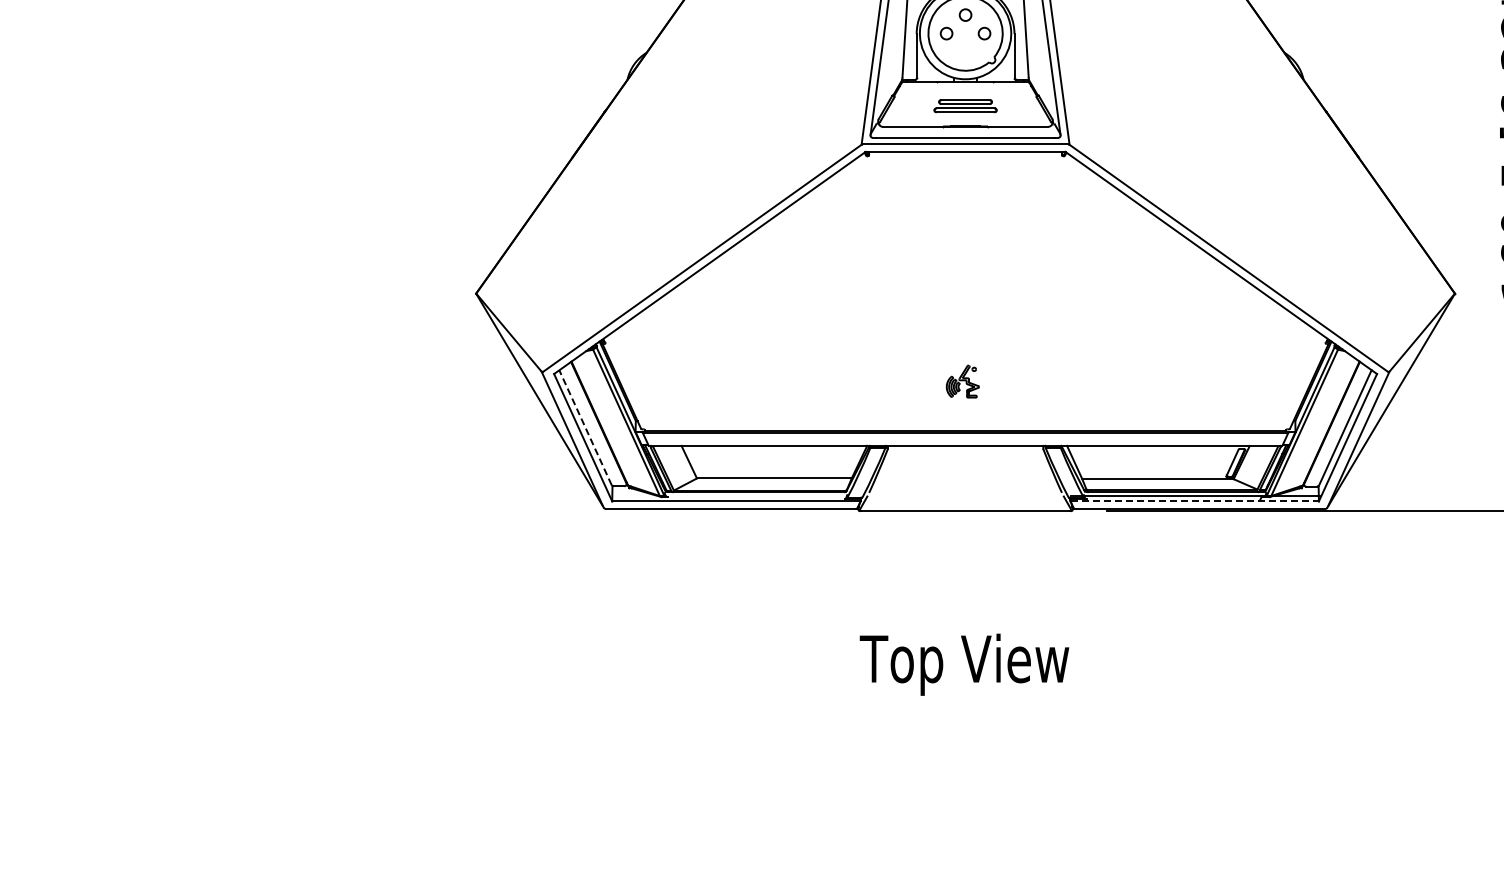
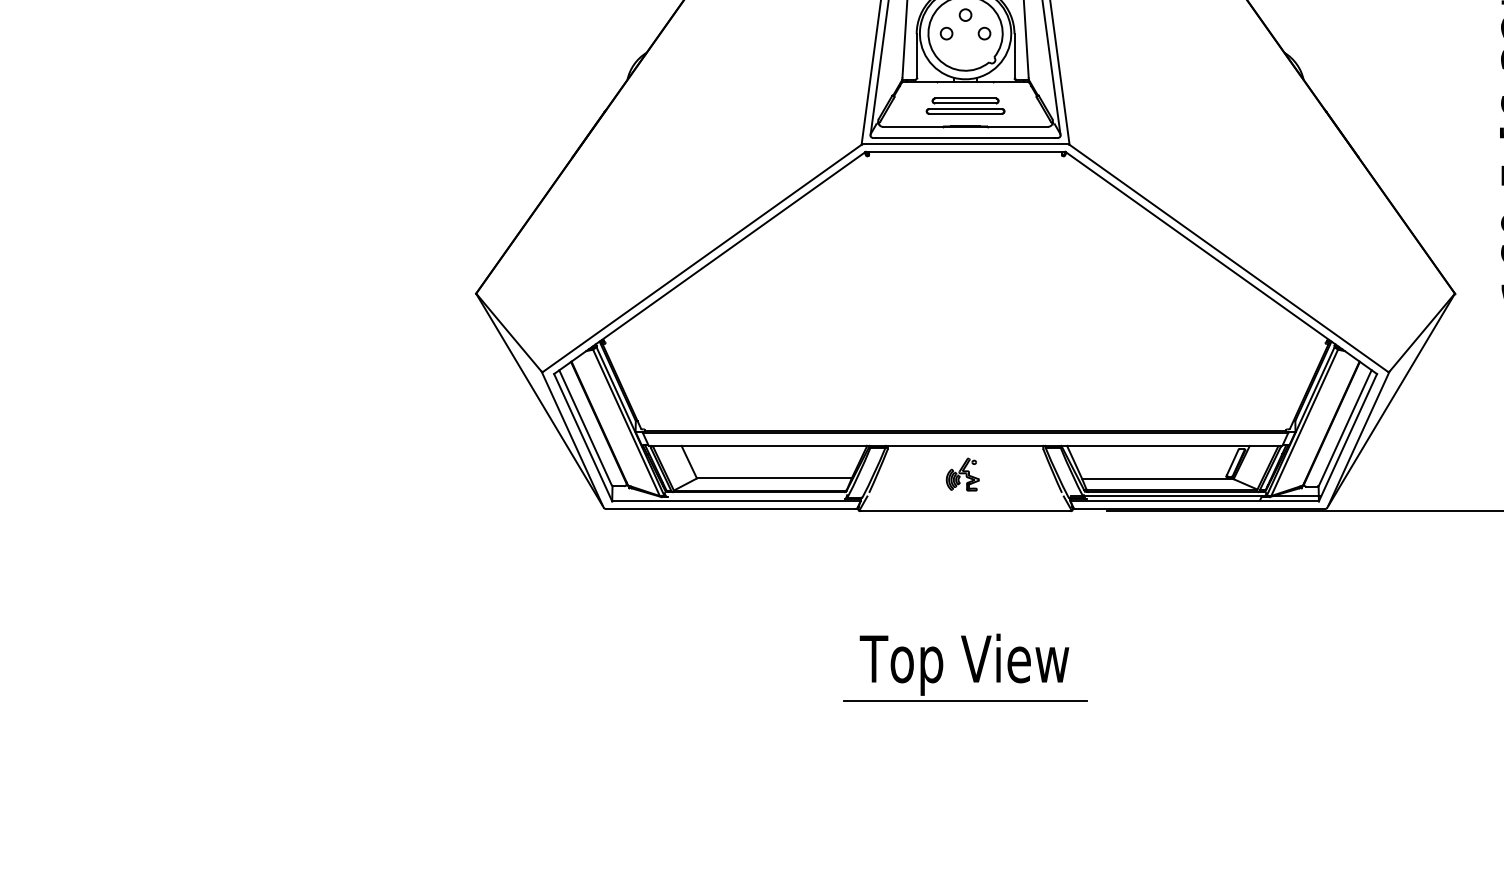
part at (965, 106) size: 65x15 px -> 81x18 px
part at (962, 381) position: (962, 381) -> (962, 474)
line at (585, 427): dashed -> solid
line at (1195, 501): dashed -> solid
line at (965, 701): none -> present
